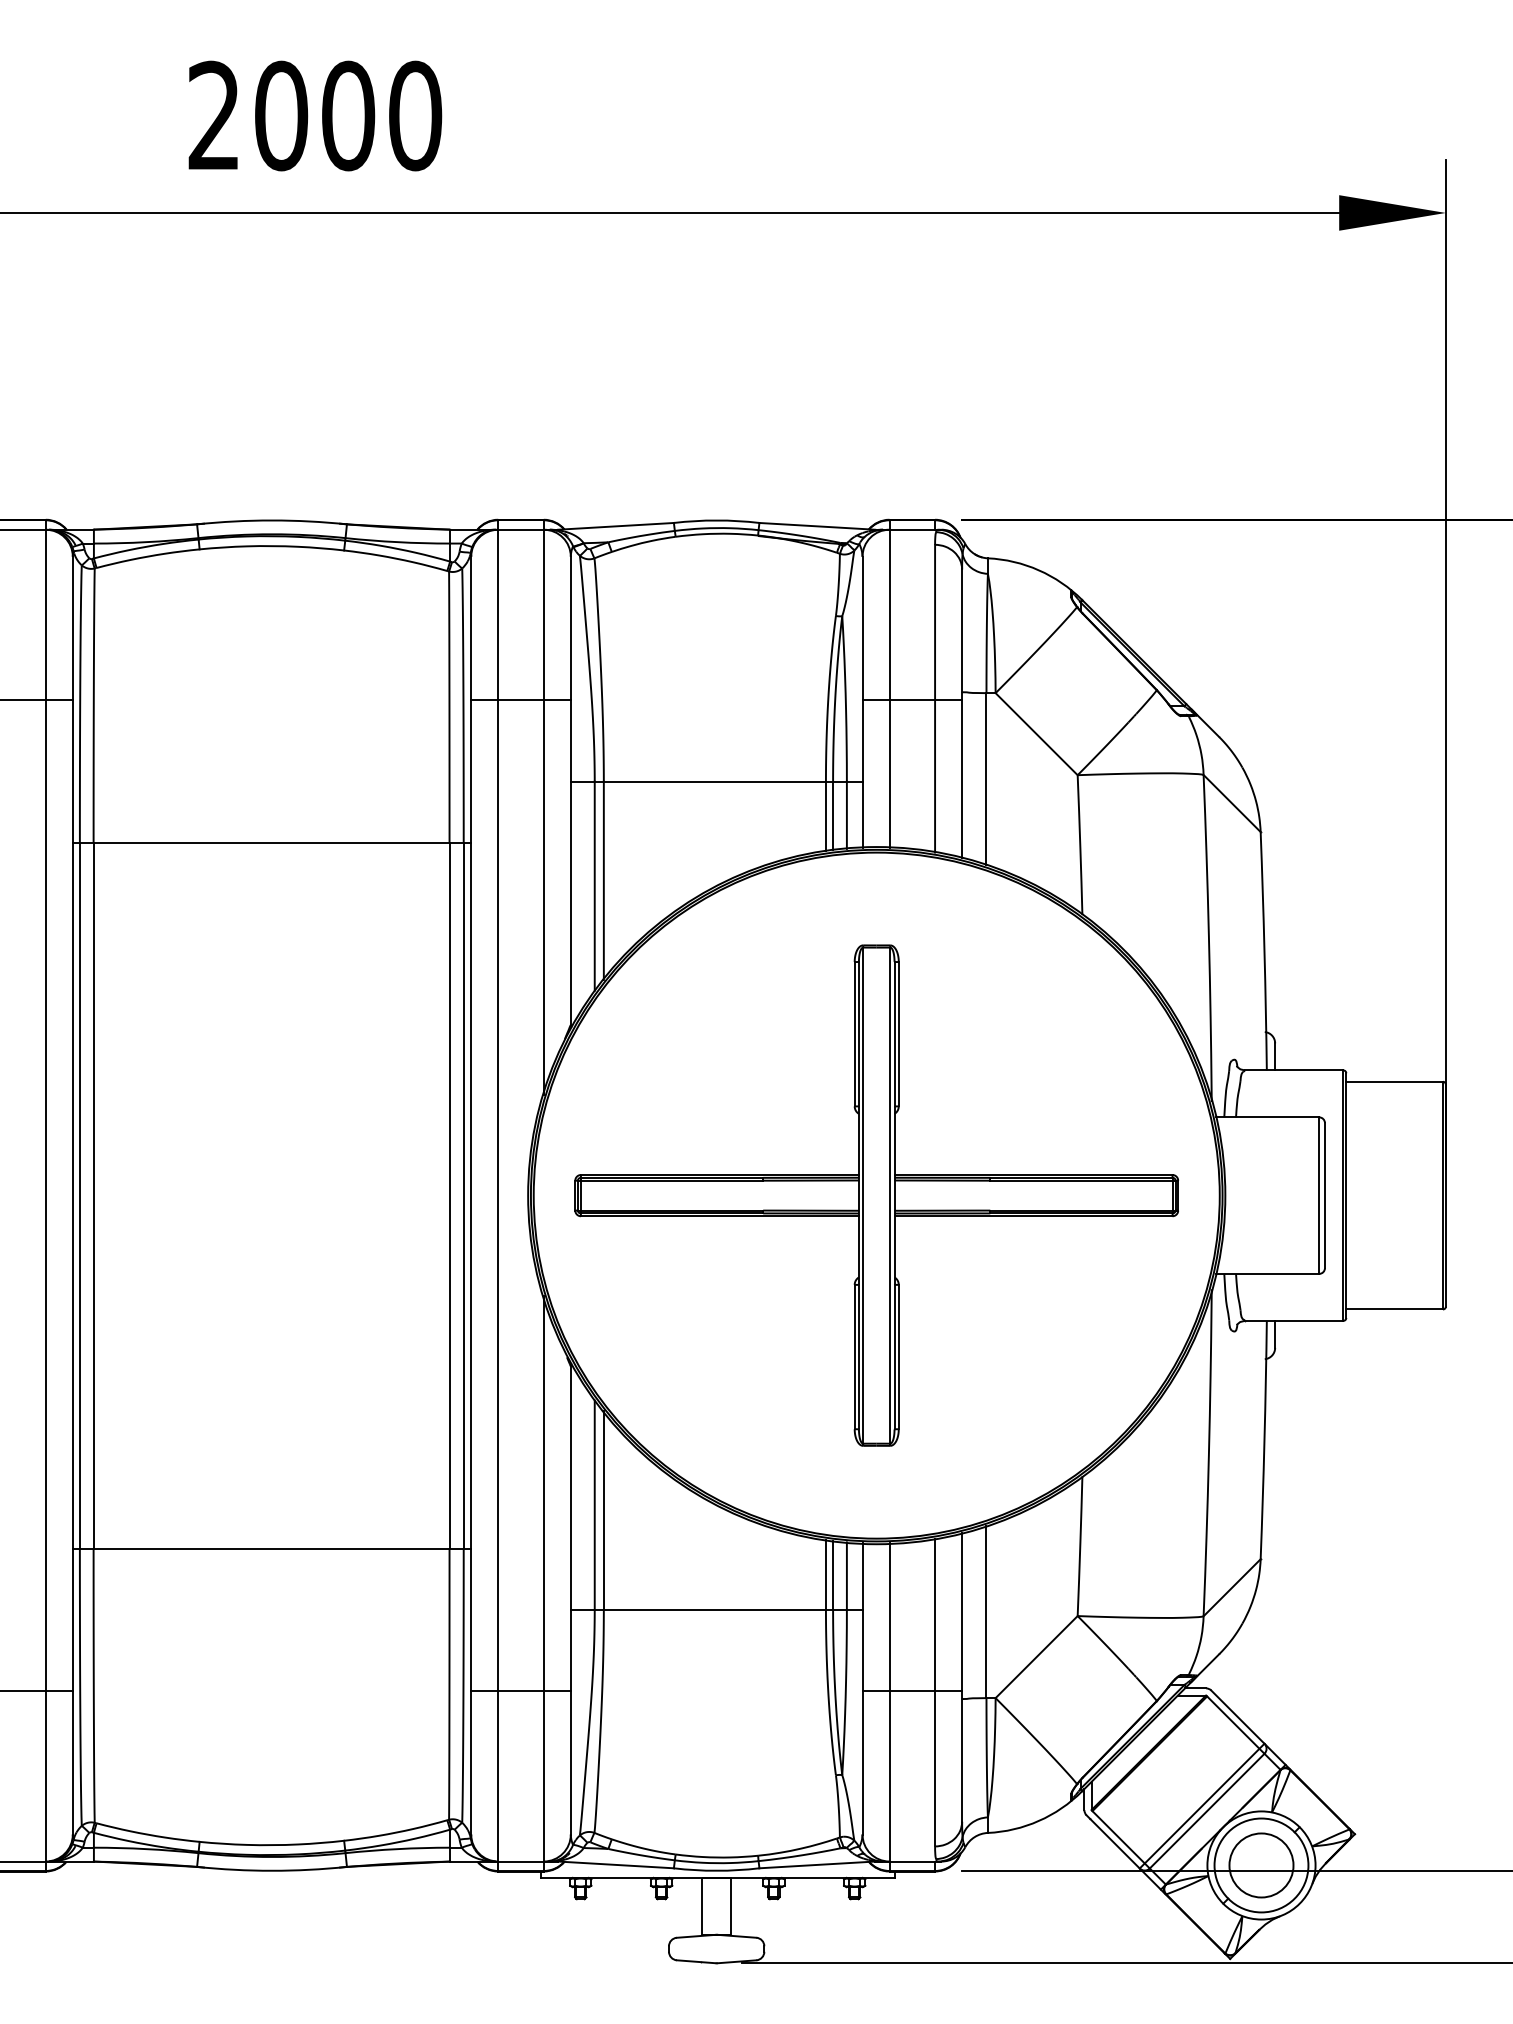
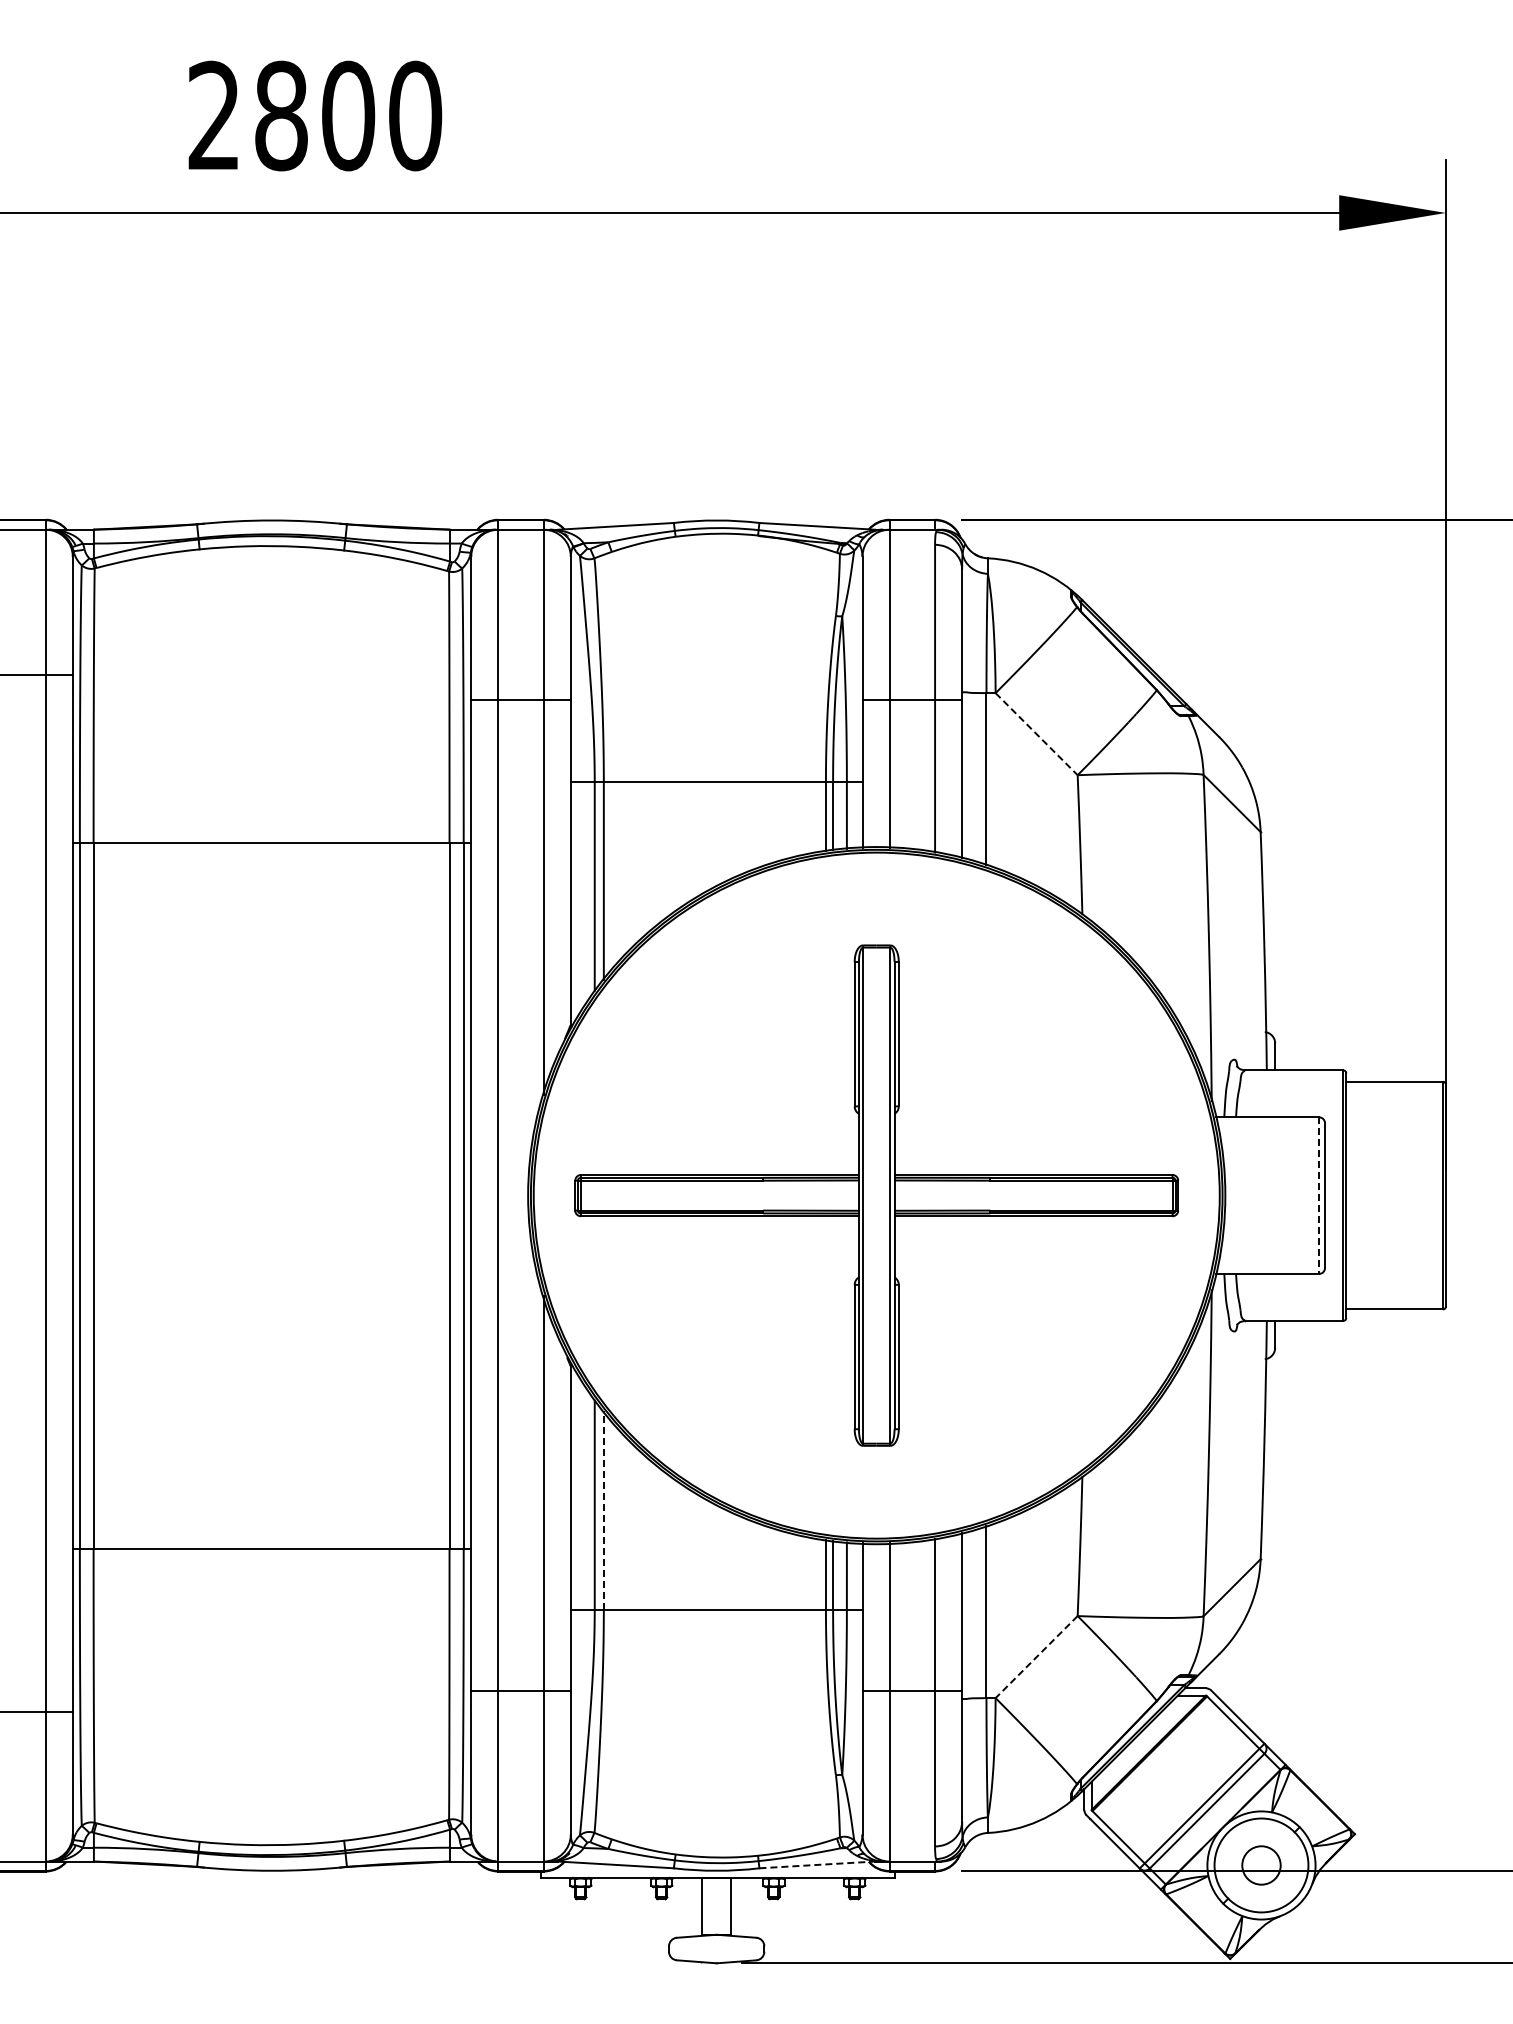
text at (281, 116): 2000 -> 2800
line at (37, 700) position: (37, 700) -> (37, 675)
line at (1037, 734): solid -> dashed
line at (1319, 1196): solid -> dashed
line at (603, 1510): solid -> dashed
line at (1036, 1657): solid -> dashed
line at (37, 1690) position: (37, 1690) -> (37, 1711)
line at (817, 1864): solid -> dashed
circle at (1261, 1865) diameter: 64 px -> 38 px
